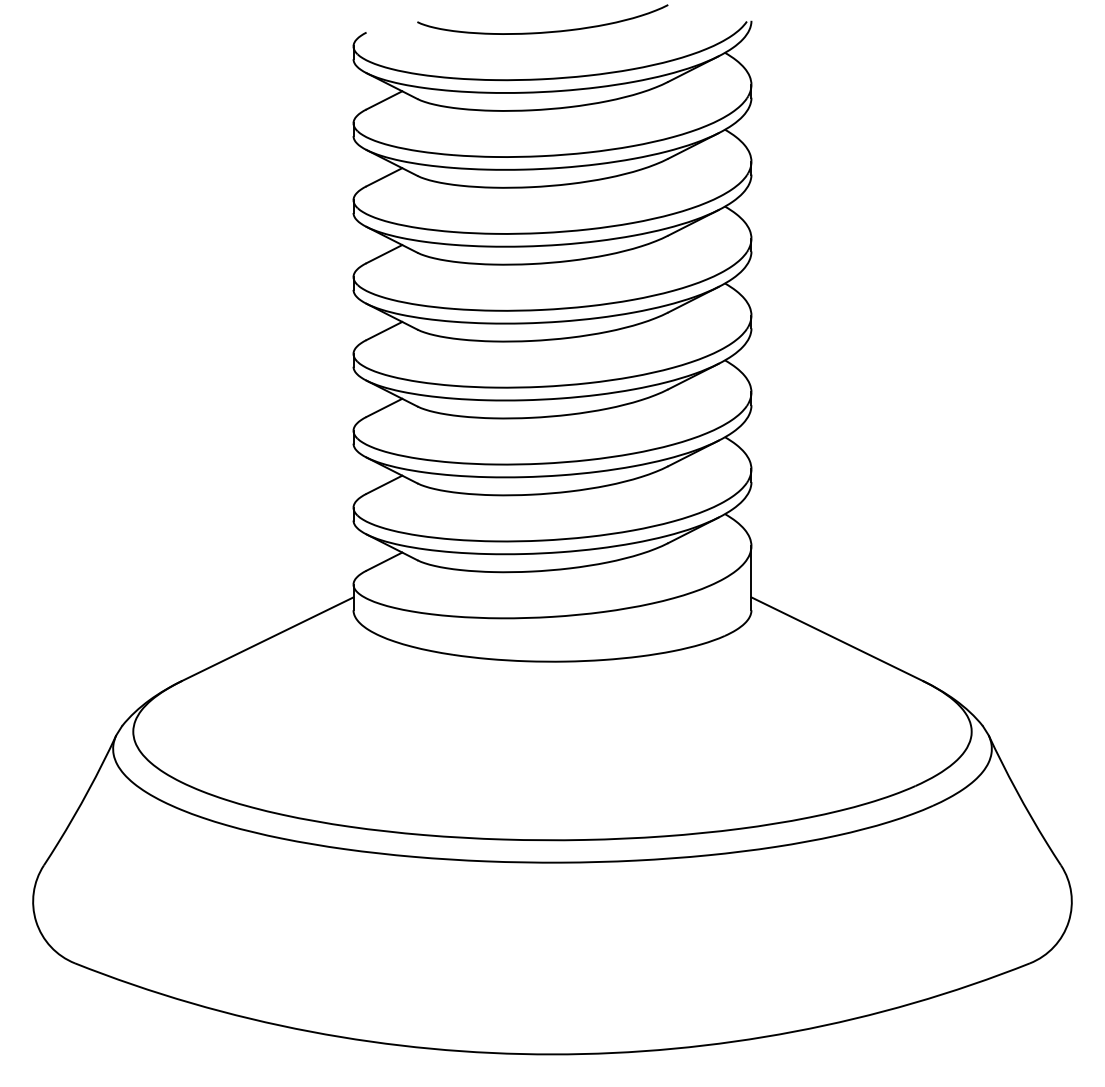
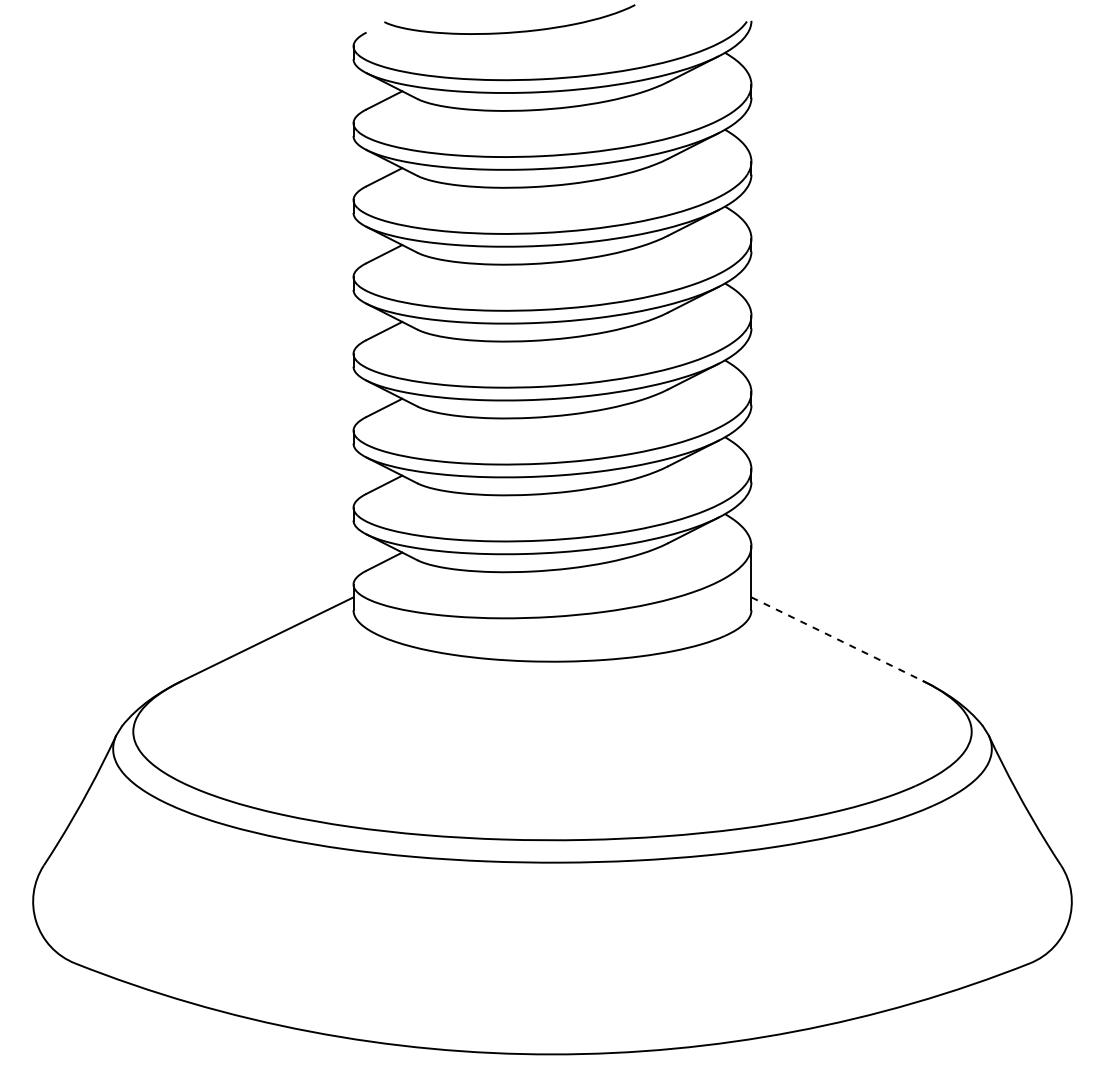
curve at (542, 31) position: (542, 31) -> (509, 31)
line at (837, 639): solid -> dashed
